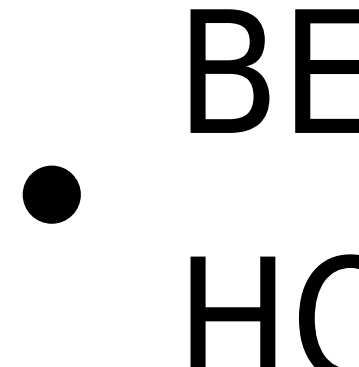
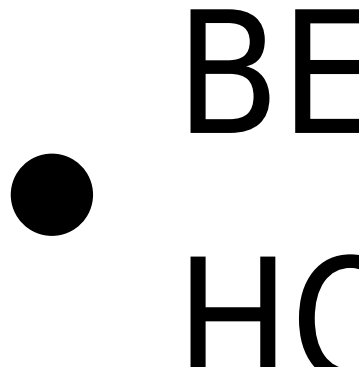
part at (51, 194) size: 59x59 px -> 83x83 px
